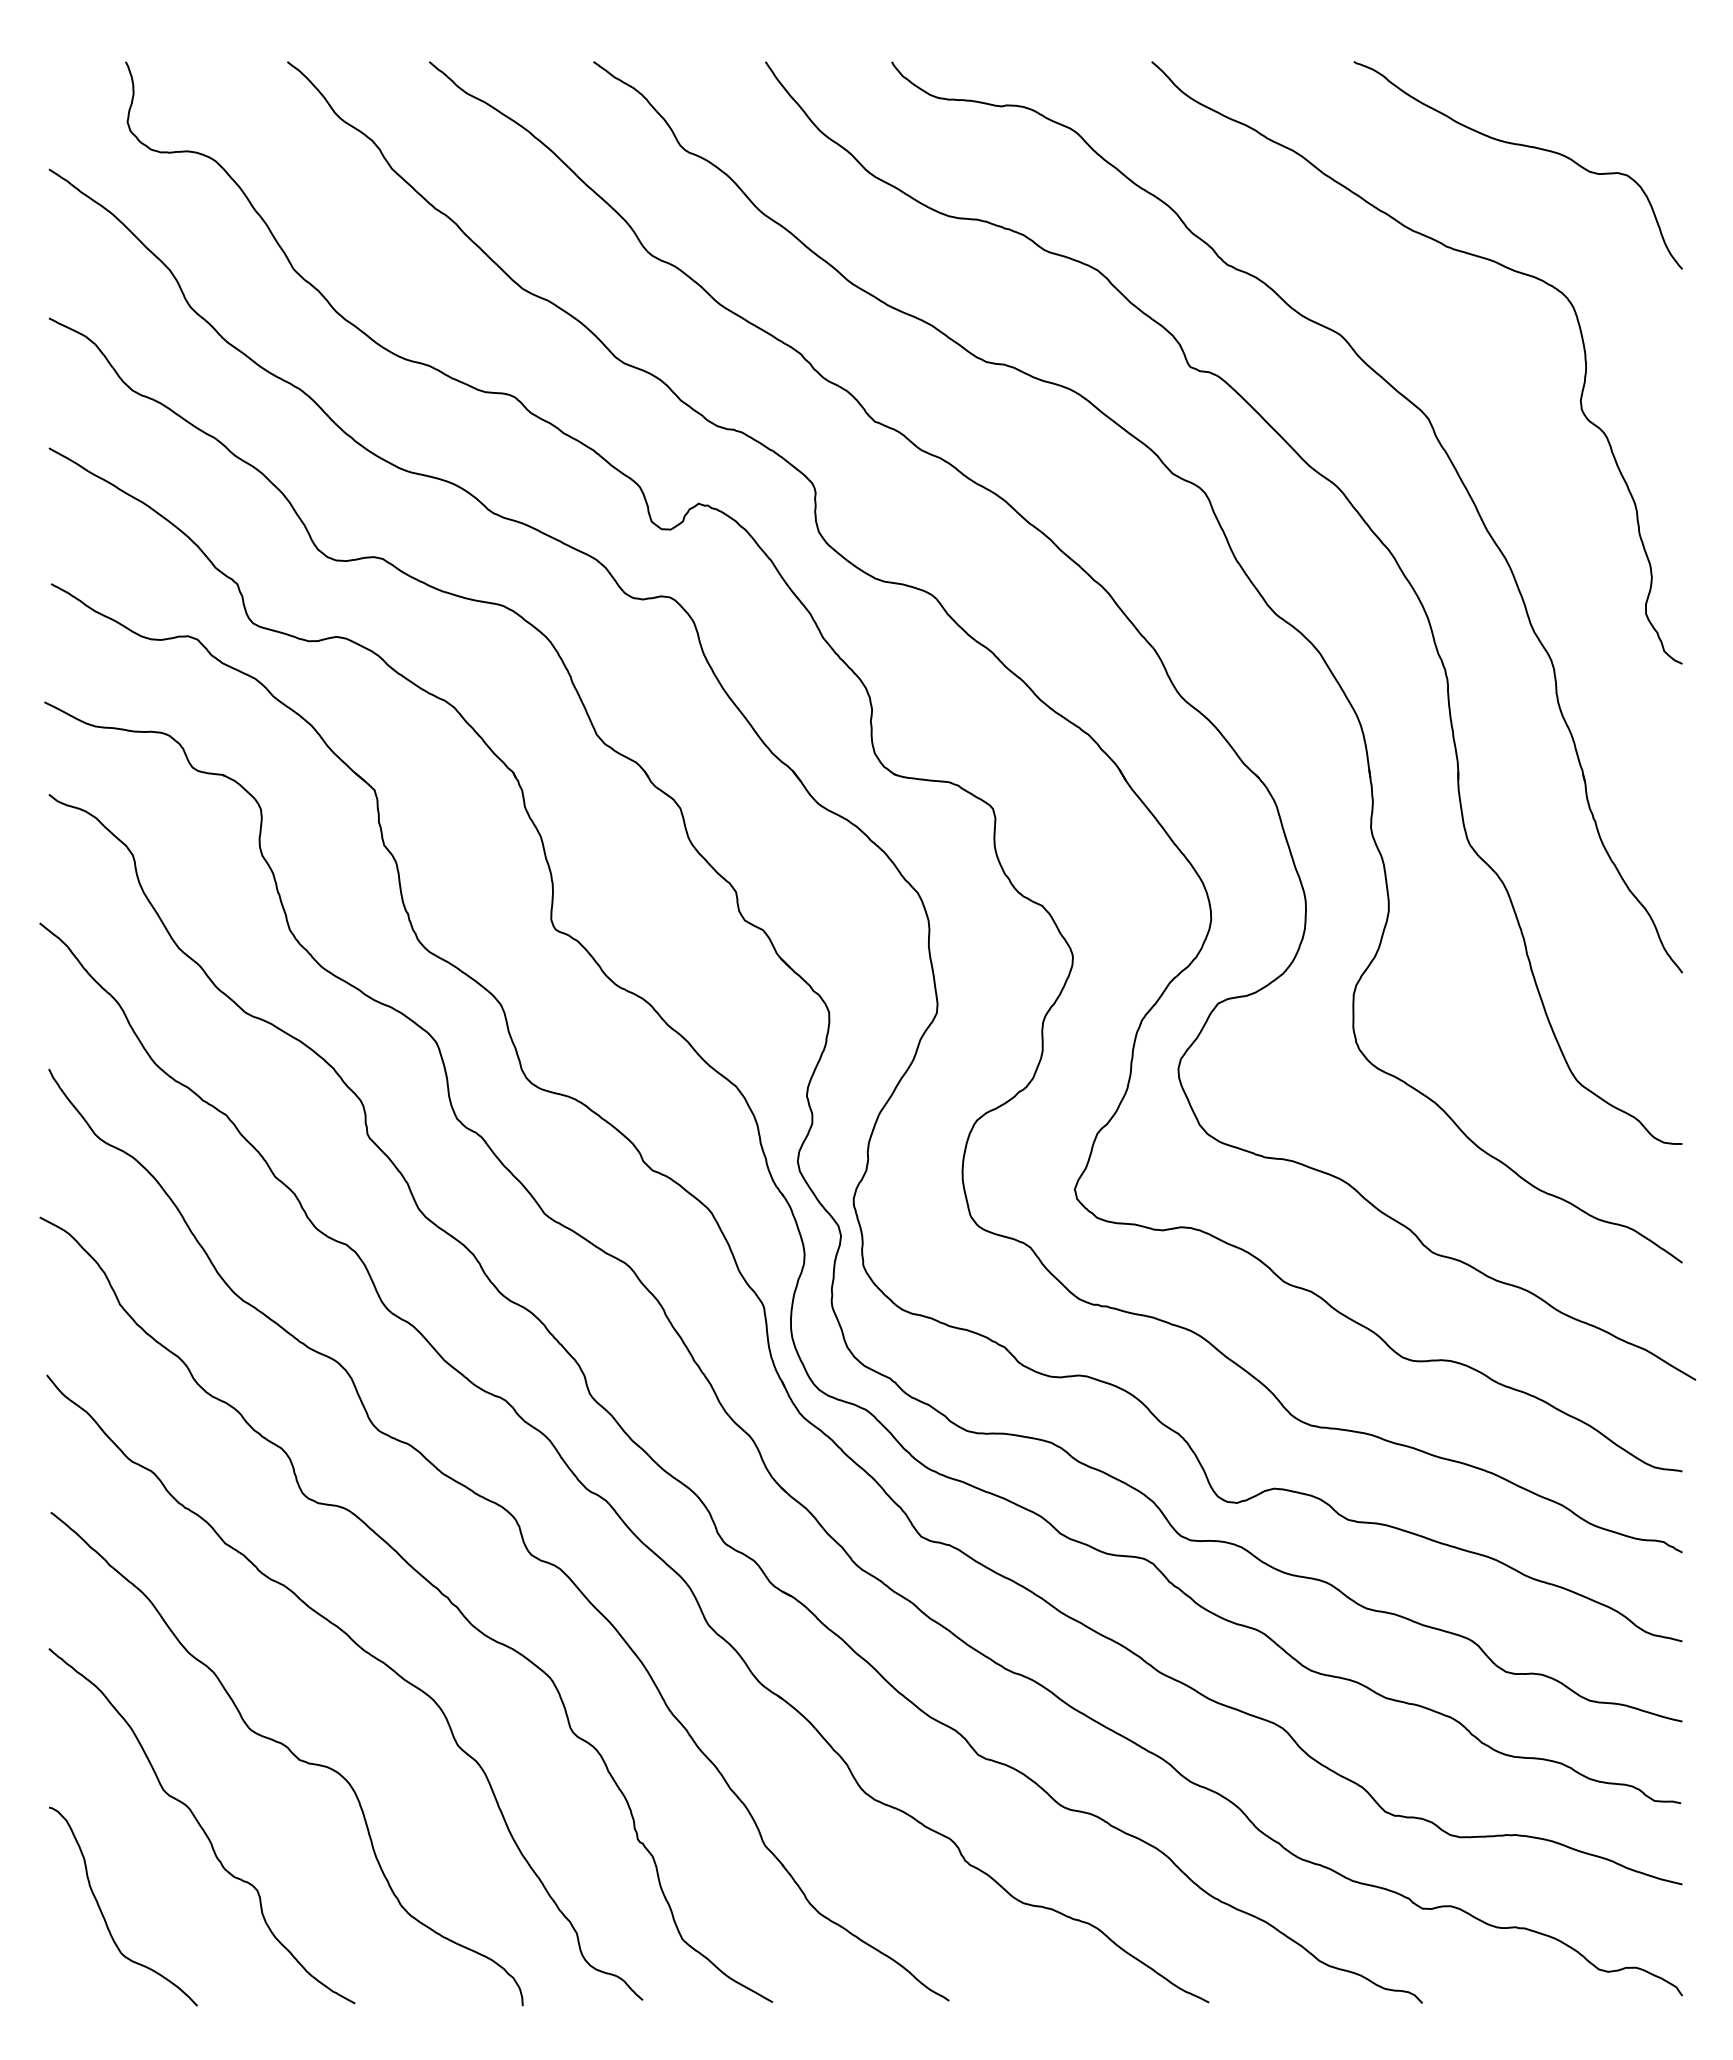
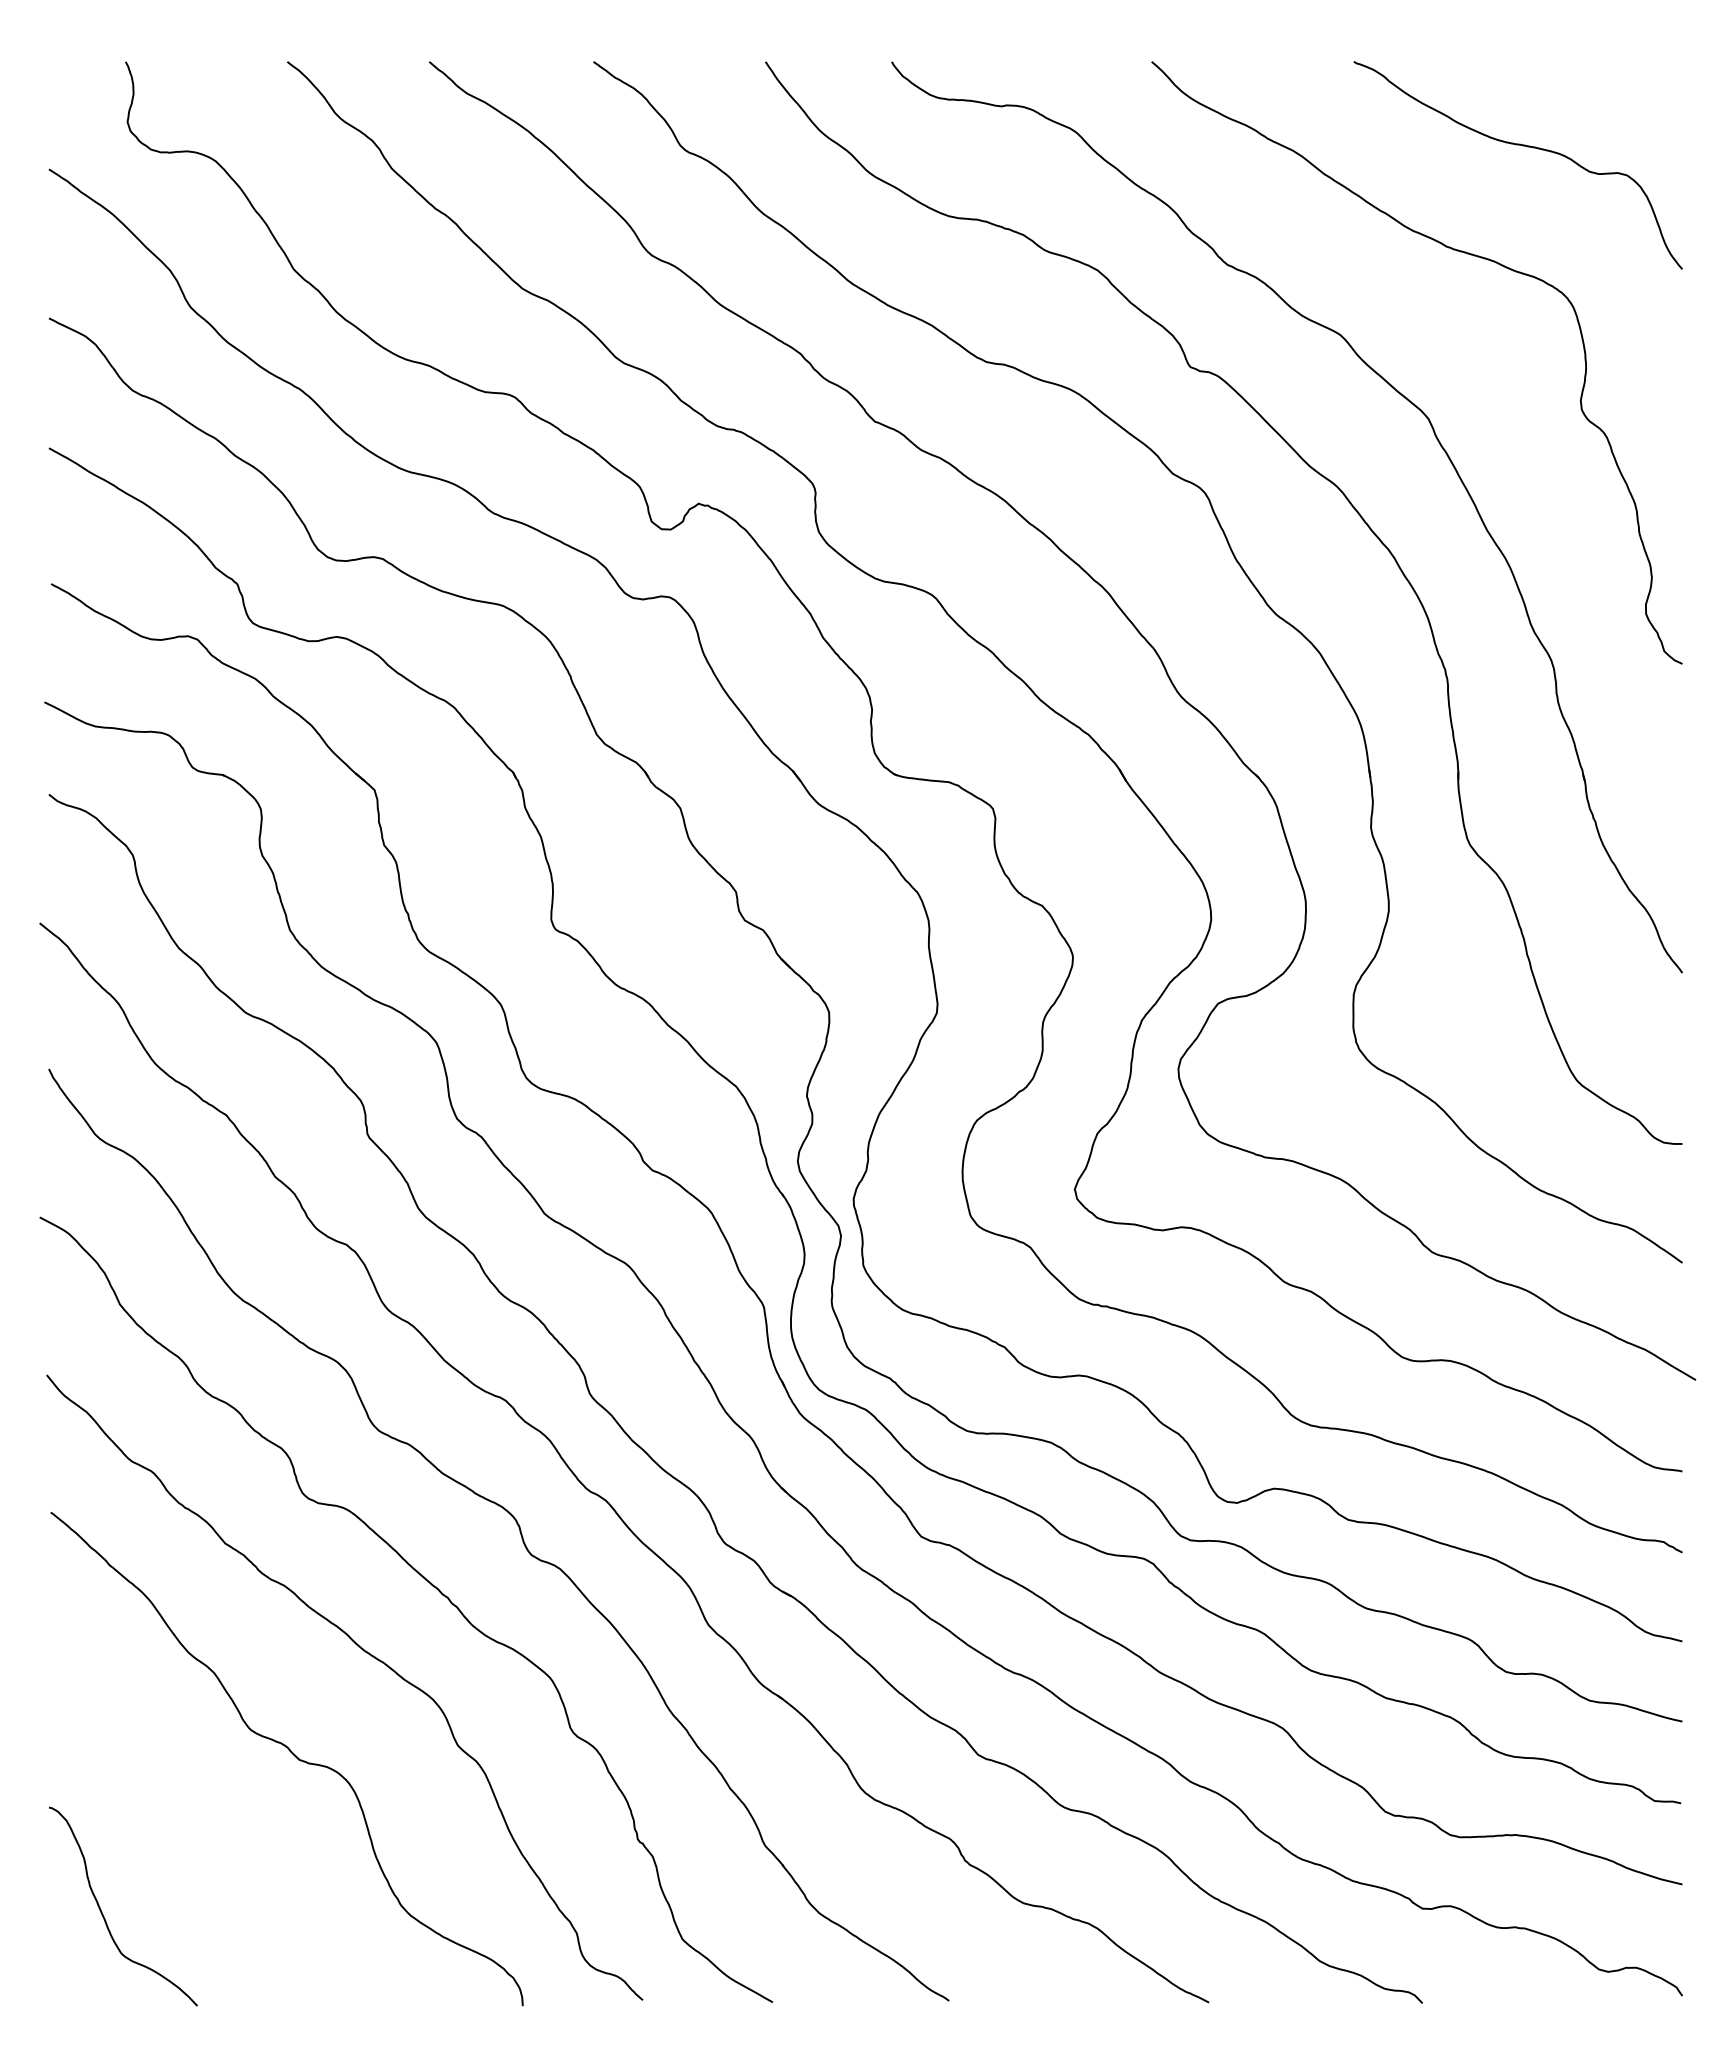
curve at (201, 1826): present -> none
